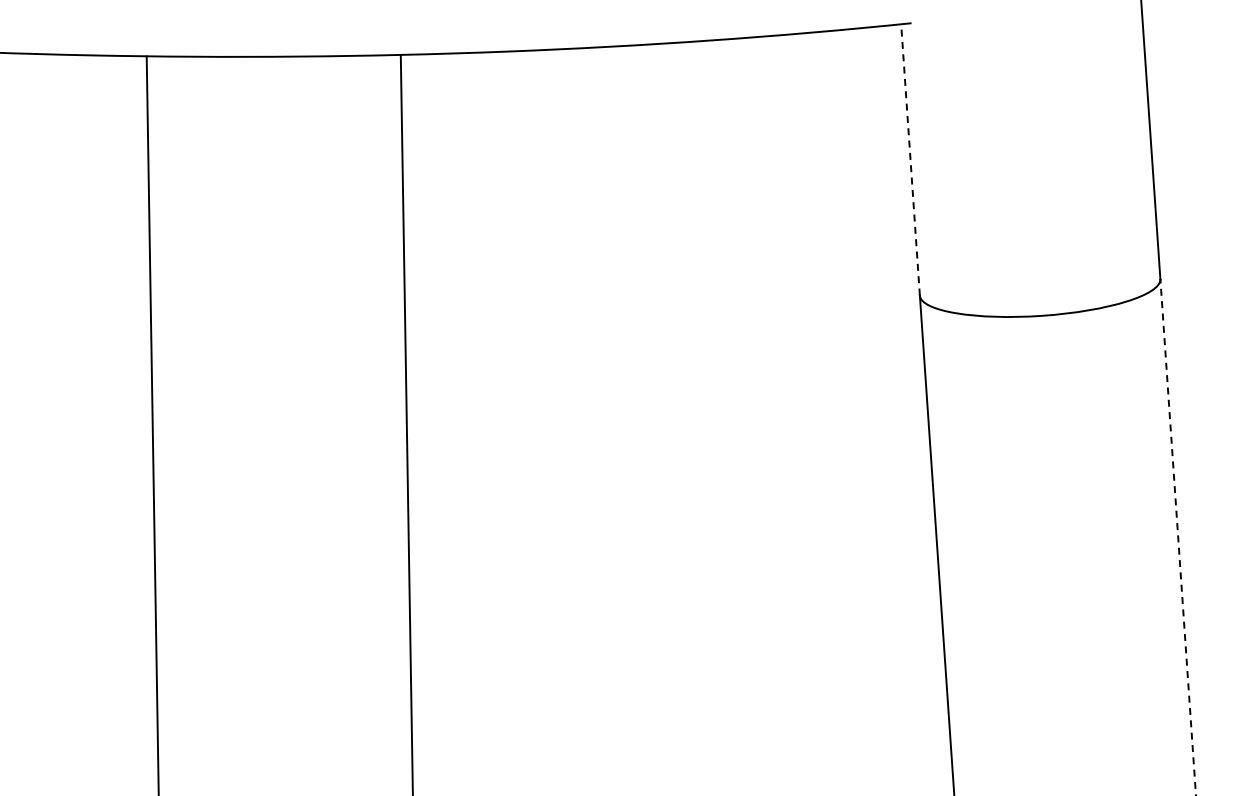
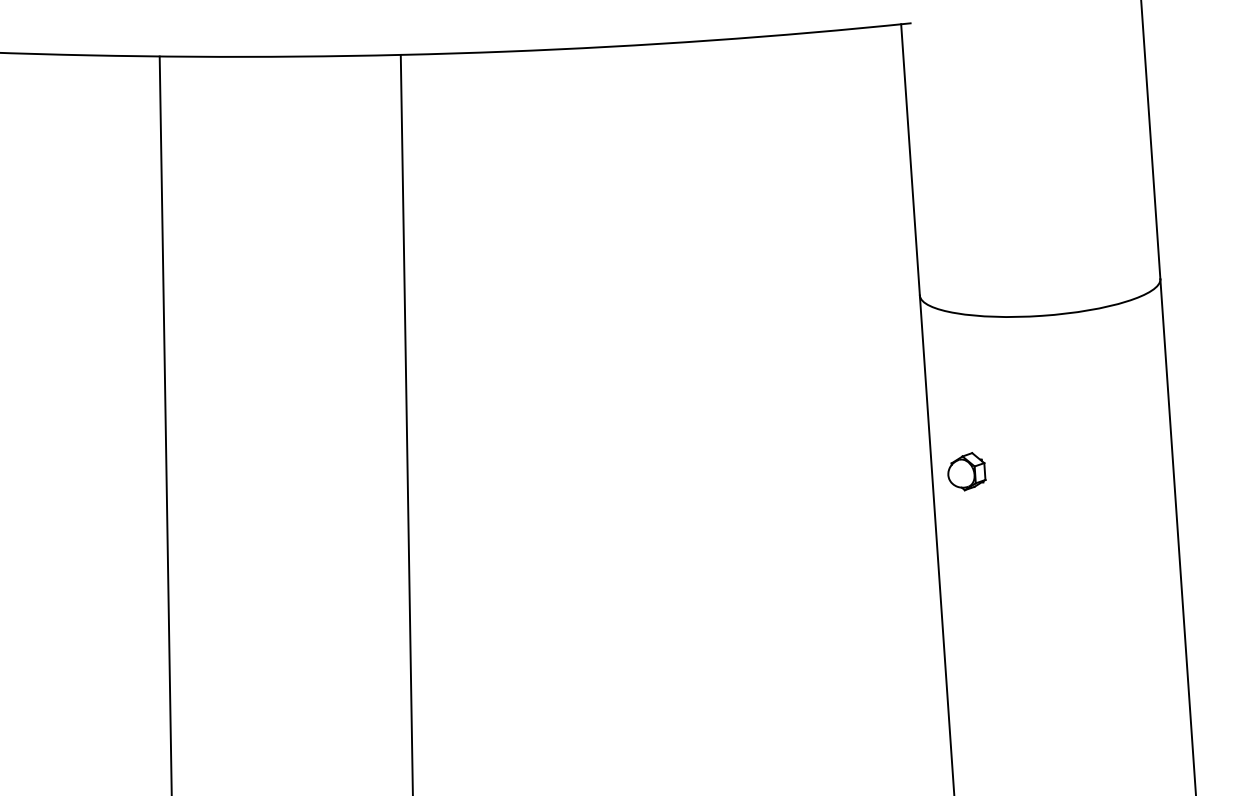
line at (910, 159): dashed -> solid
line at (152, 424) position: (152, 424) -> (165, 424)
part at (966, 471): none -> present
line at (1178, 537): dashed -> solid
